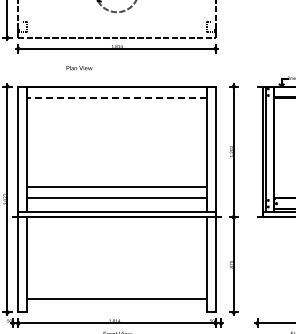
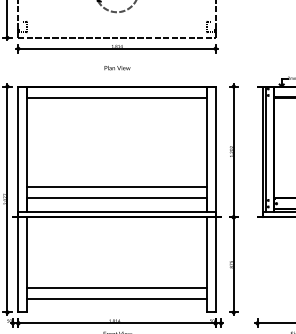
text at (79, 68) position: (79, 68) -> (117, 68)
line at (116, 97): dashed -> solid
line at (116, 287): none -> present
